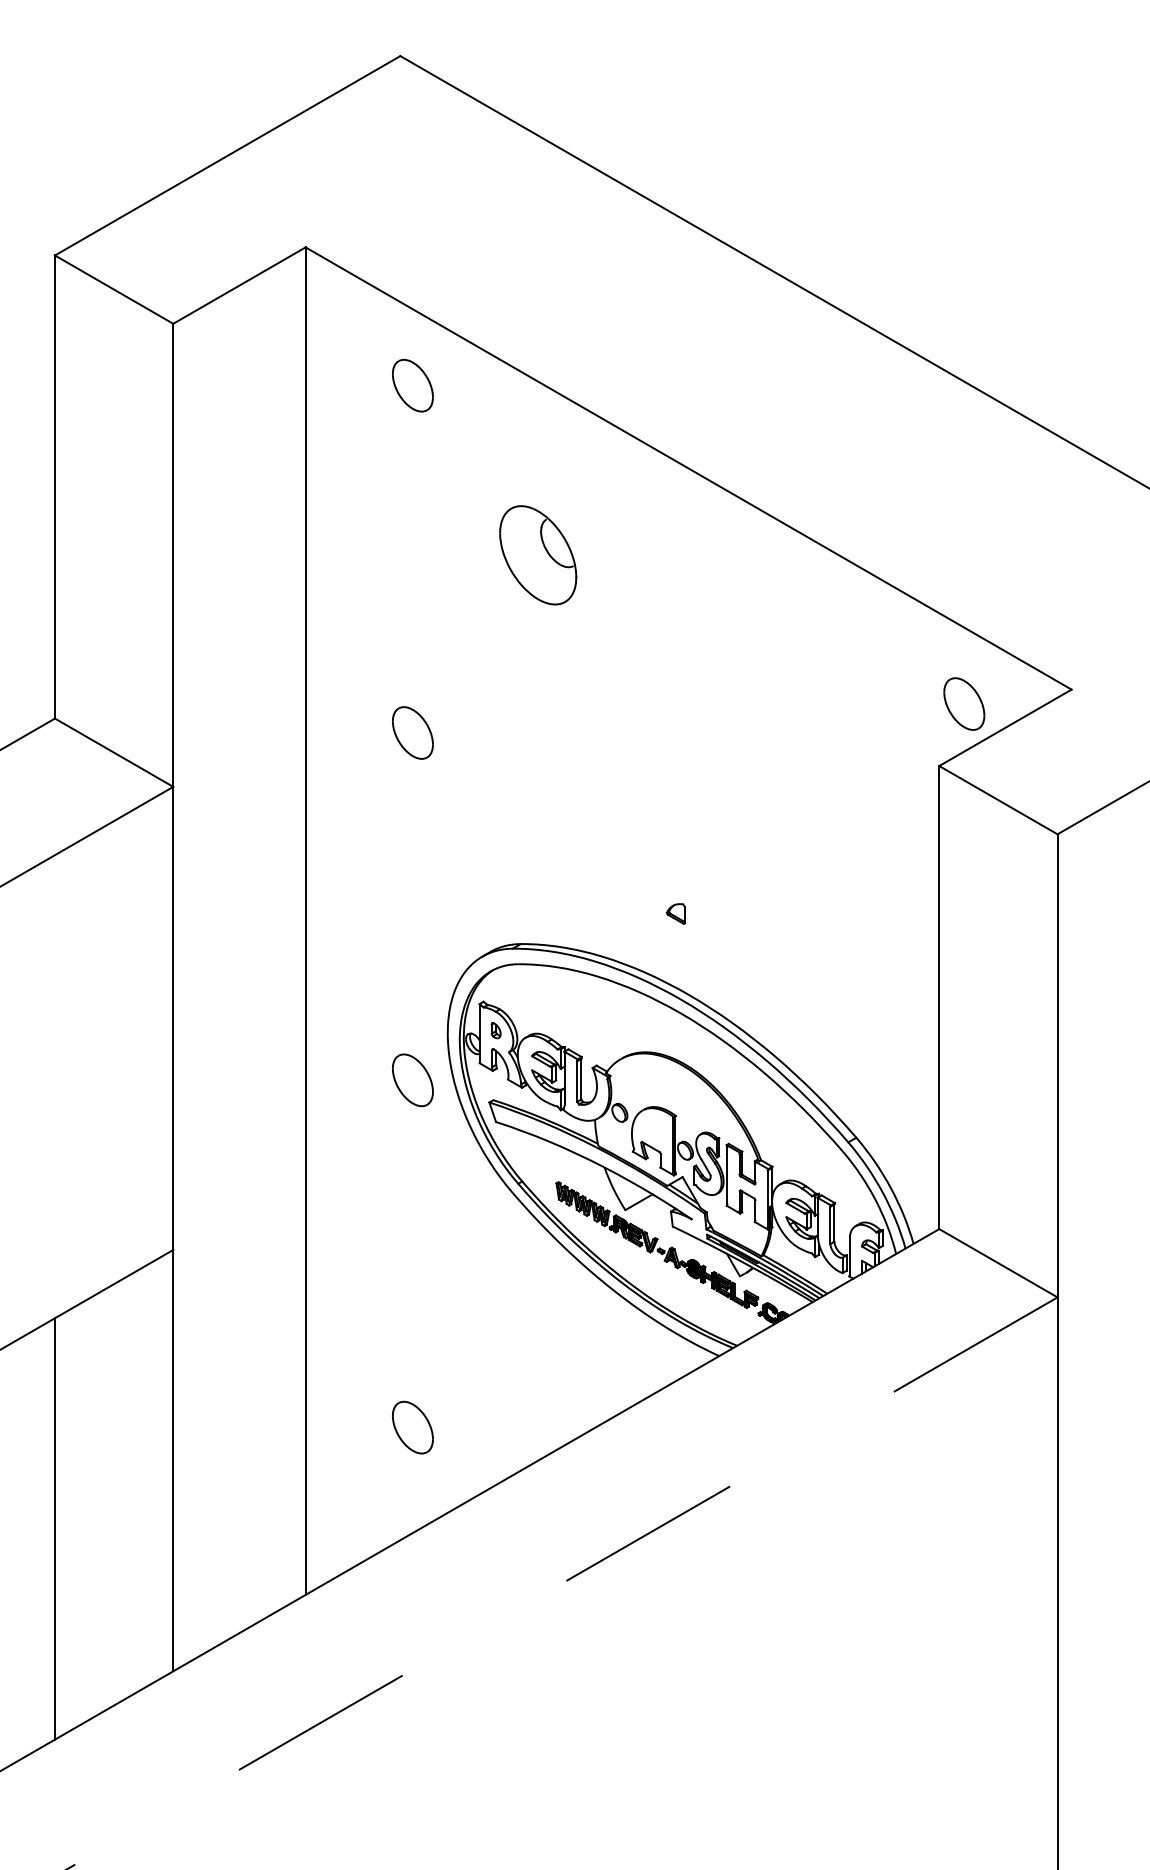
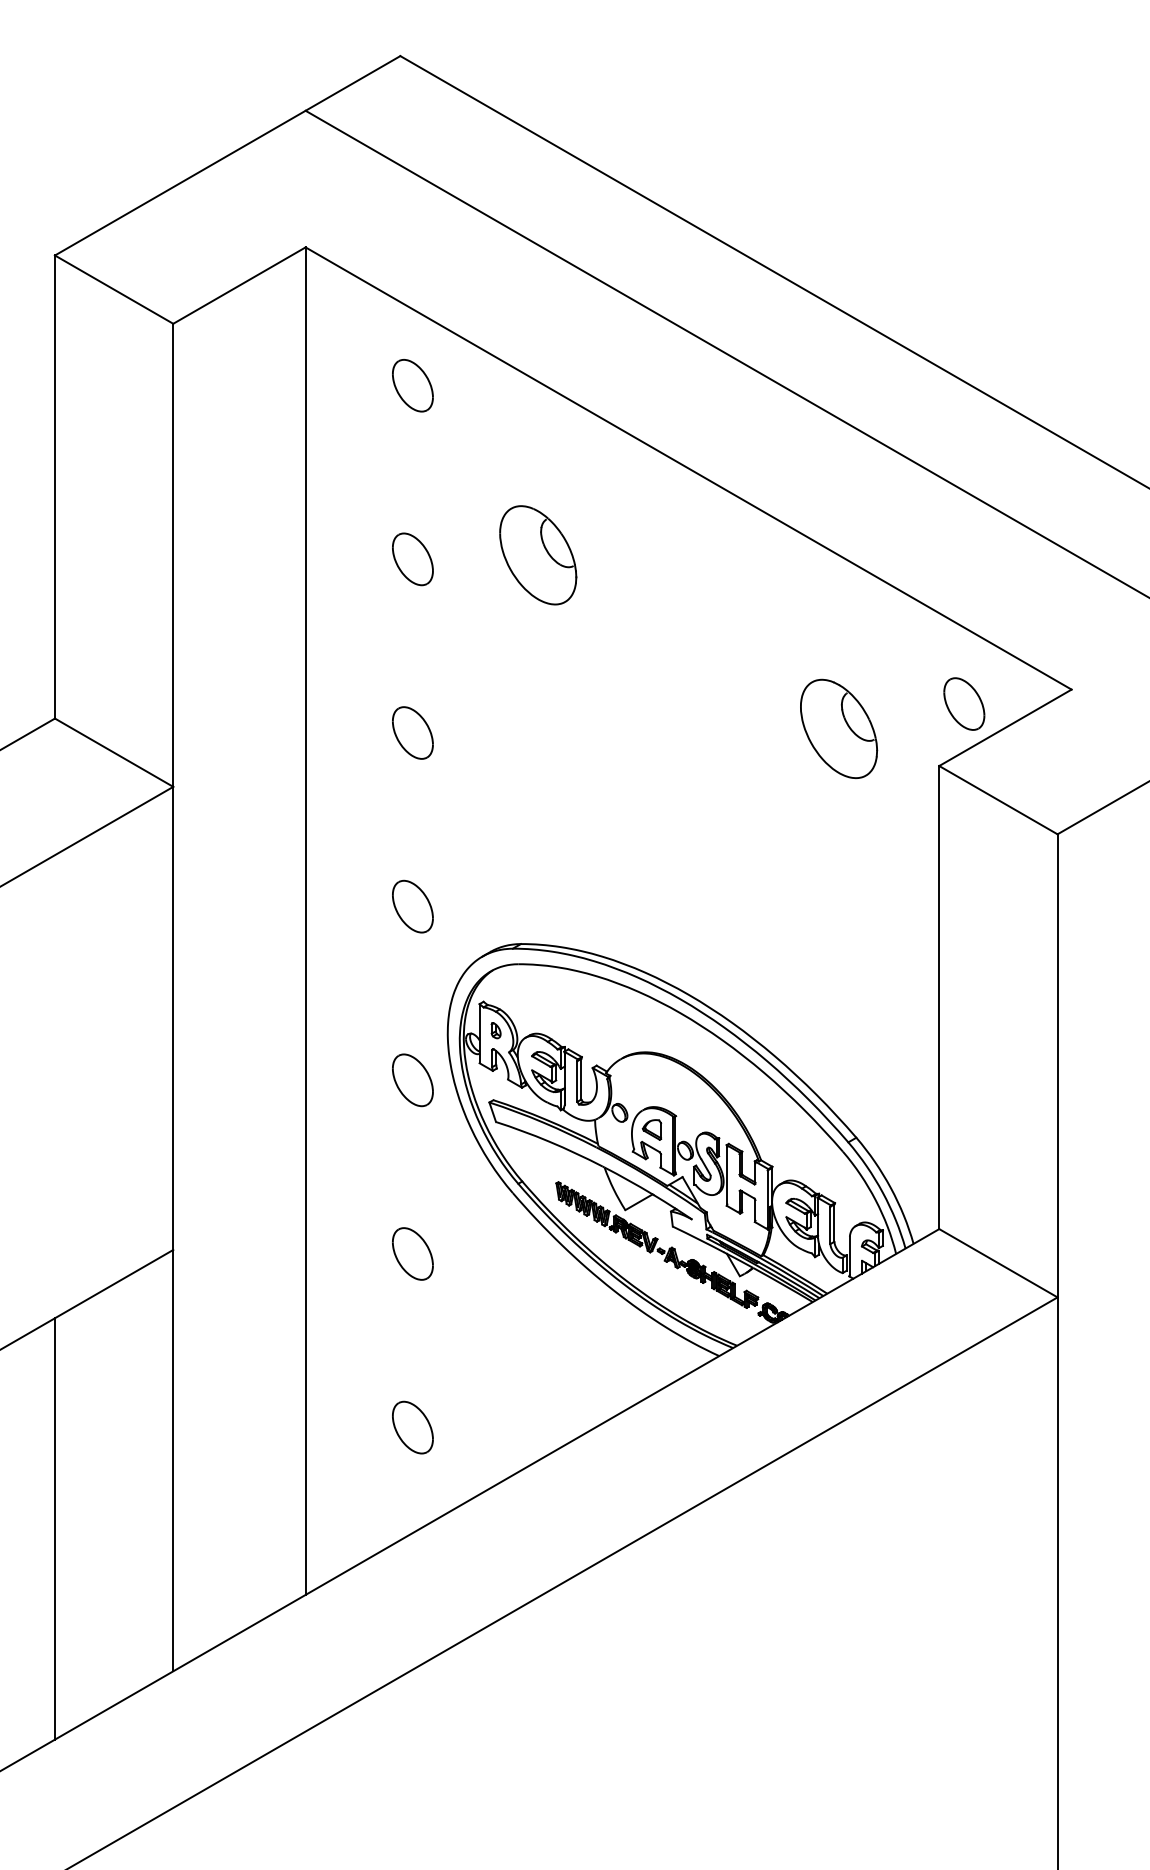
line at (725, 353): none -> present
part at (412, 559): none -> present
part at (839, 728): none -> present
part at (412, 906): none -> present
part at (675, 913) position: (675, 913) -> (651, 1129)
part at (412, 1253): none -> present
line at (561, 1583): dashed -> solid
